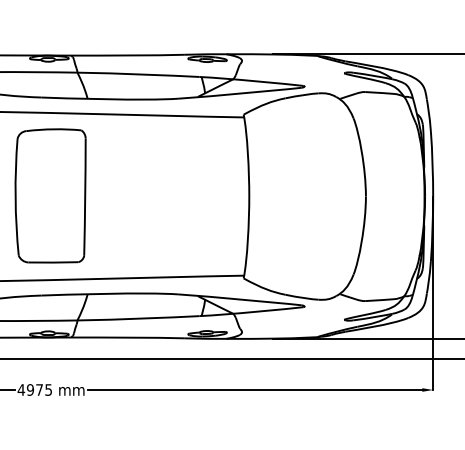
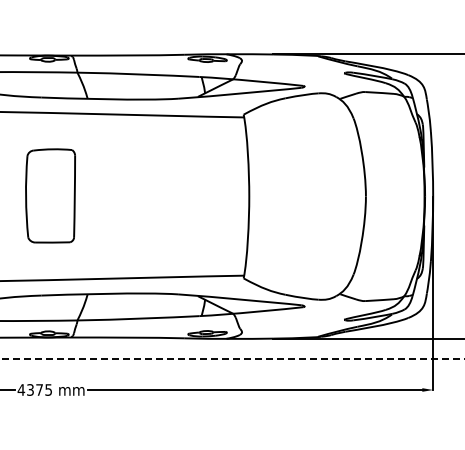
part at (50, 195) size: 73x136 px -> 51x96 px
line at (232, 359): solid -> dashed
text at (30, 389): 4975 -> 4375
